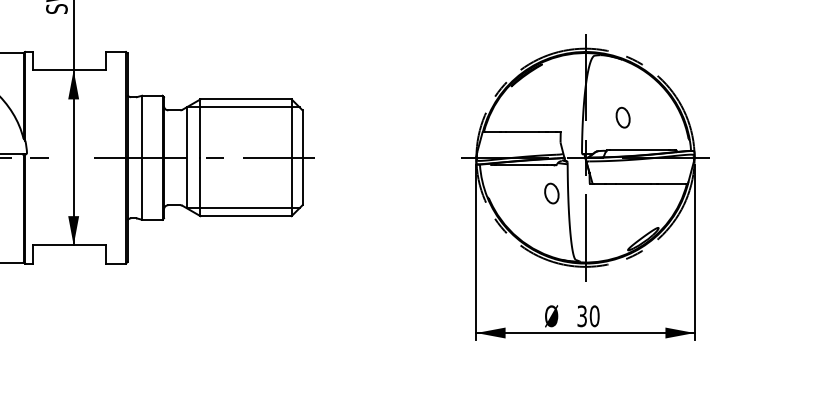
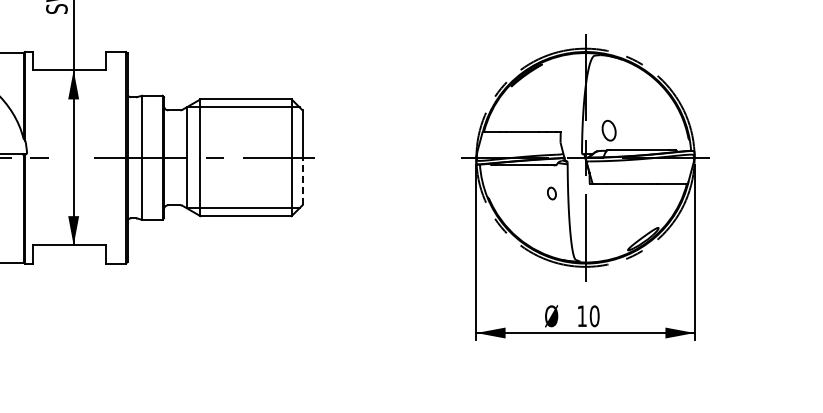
part at (622, 117) position: (622, 117) -> (608, 130)
line at (302, 181): solid -> dashed
part at (551, 193) size: 16x23 px -> 10x15 px
text at (581, 316): 30 -> 10
